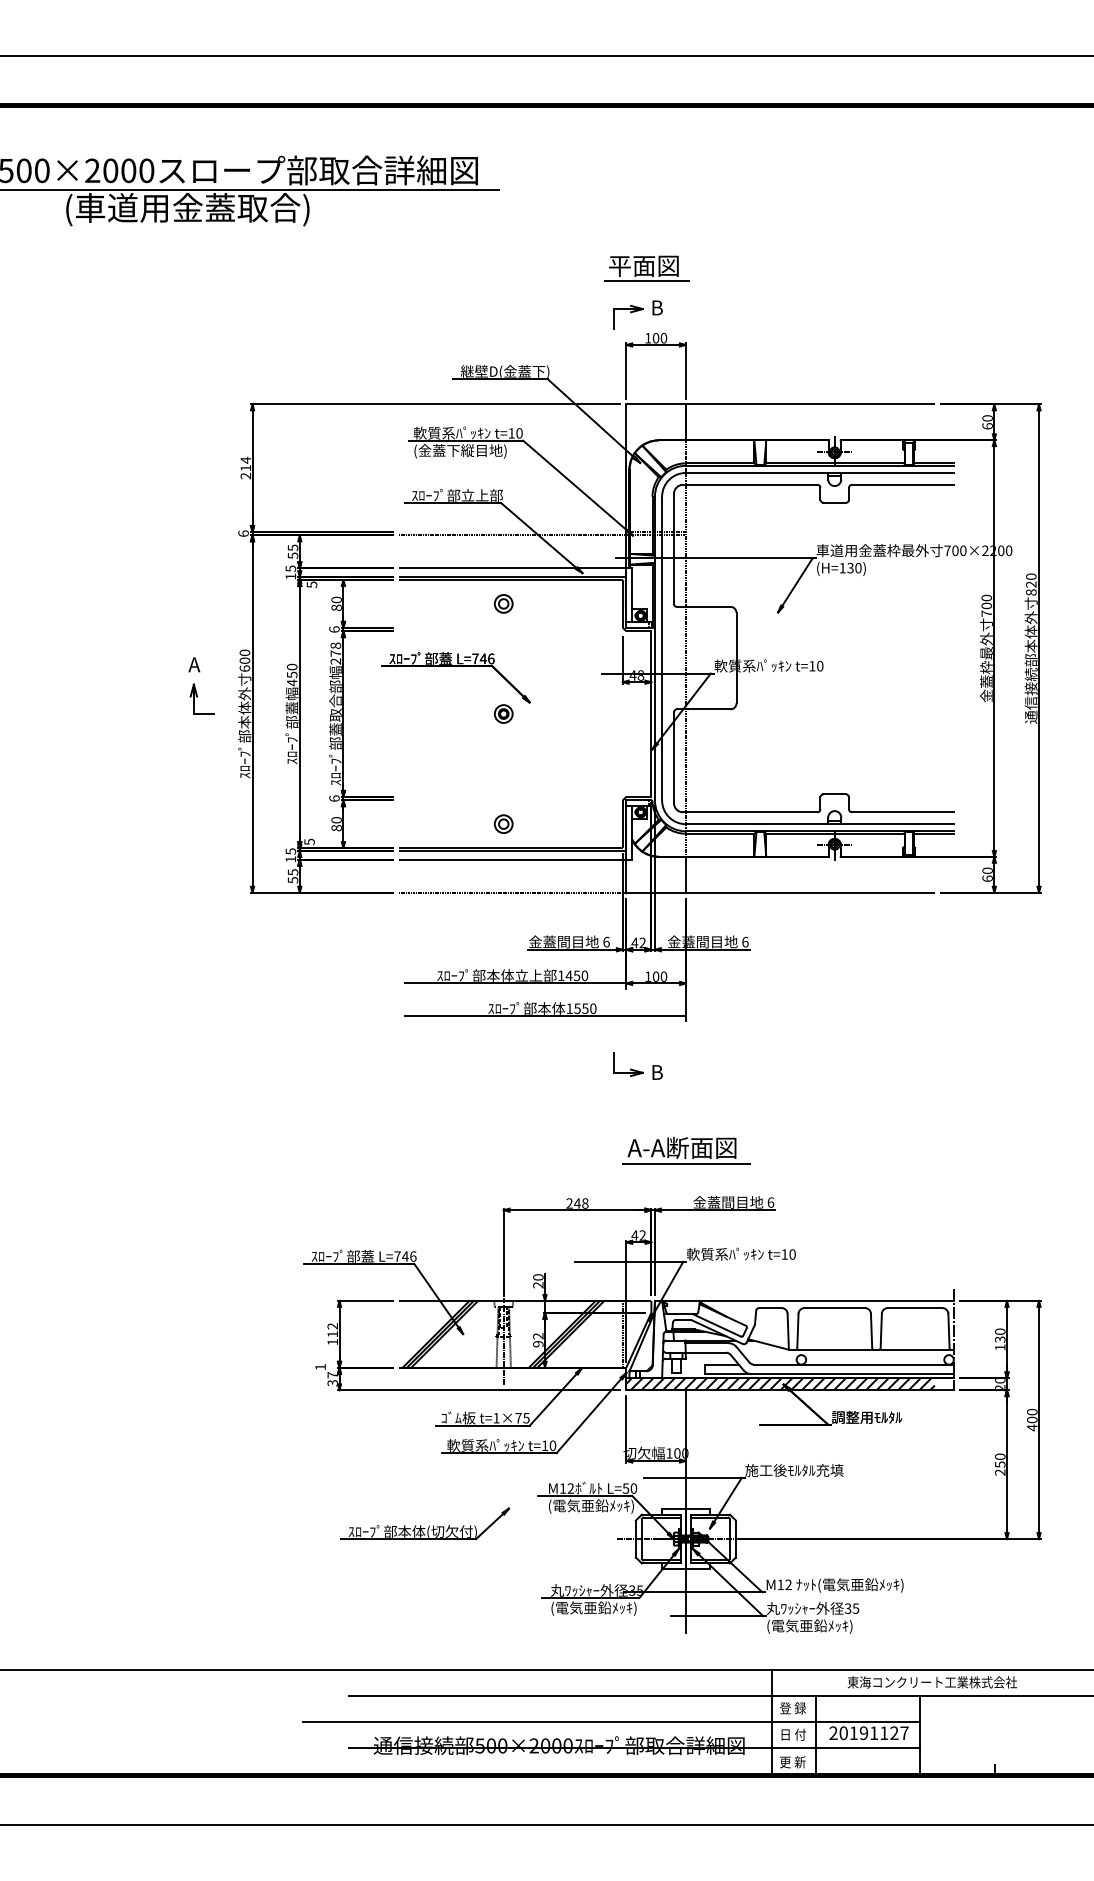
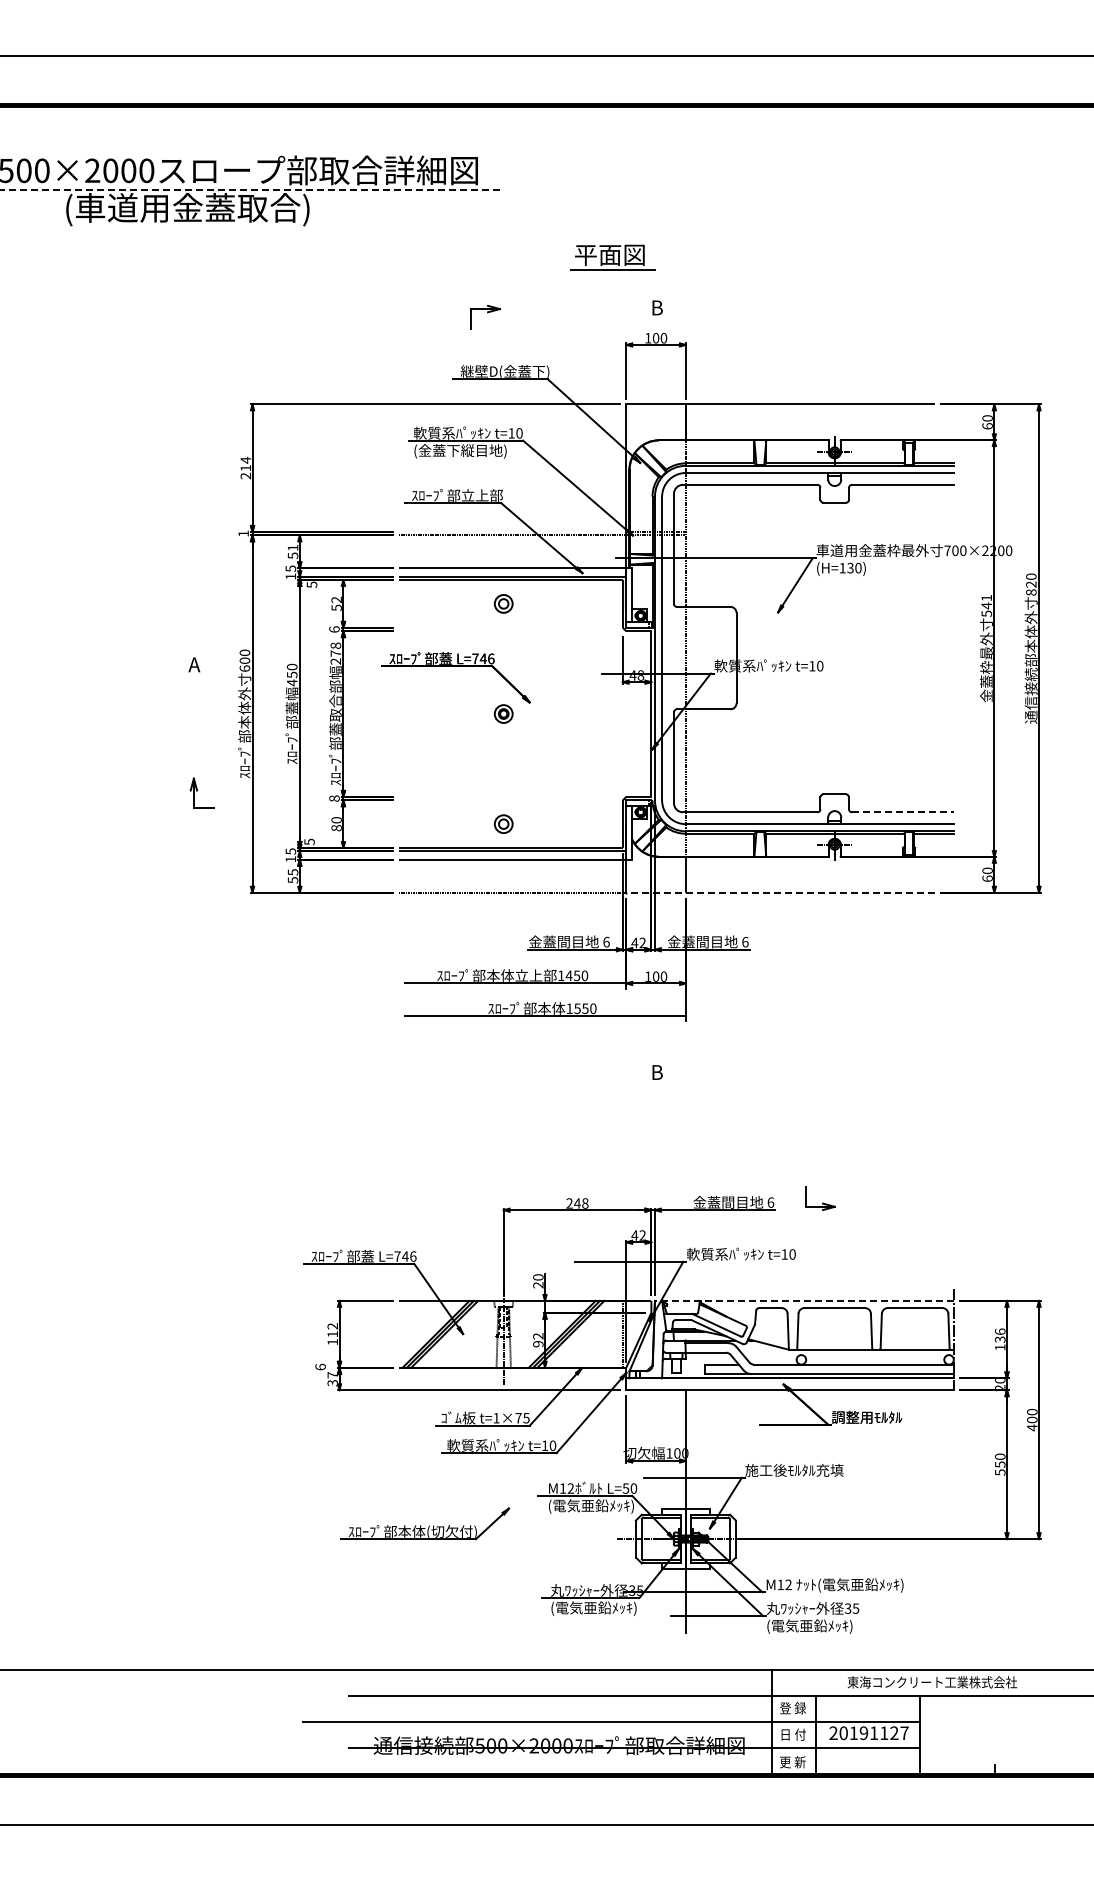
line at (249, 189): solid -> dashed
part at (646, 268) position: (646, 268) -> (612, 257)
part at (628, 316) position: (628, 316) -> (485, 316)
text at (243, 533): 6 -> 1
text at (292, 547): 55 -> 51
text at (336, 603): 80 -> 52
text at (986, 605): 700 -> 541
part at (201, 698) position: (201, 698) -> (201, 792)
text at (334, 798): 6 -> 8
line at (902, 812): solid -> dashed
line at (780, 892): solid -> dashed
part at (628, 1064) position: (628, 1064) -> (820, 1198)
part at (686, 1150): present -> none
line at (803, 1300): solid -> dashed
text at (1000, 1331): 130 -> 136
text at (320, 1366): 1 -> 6
hatch at (780, 1384): present -> none
text at (1000, 1472): 250 -> 550
